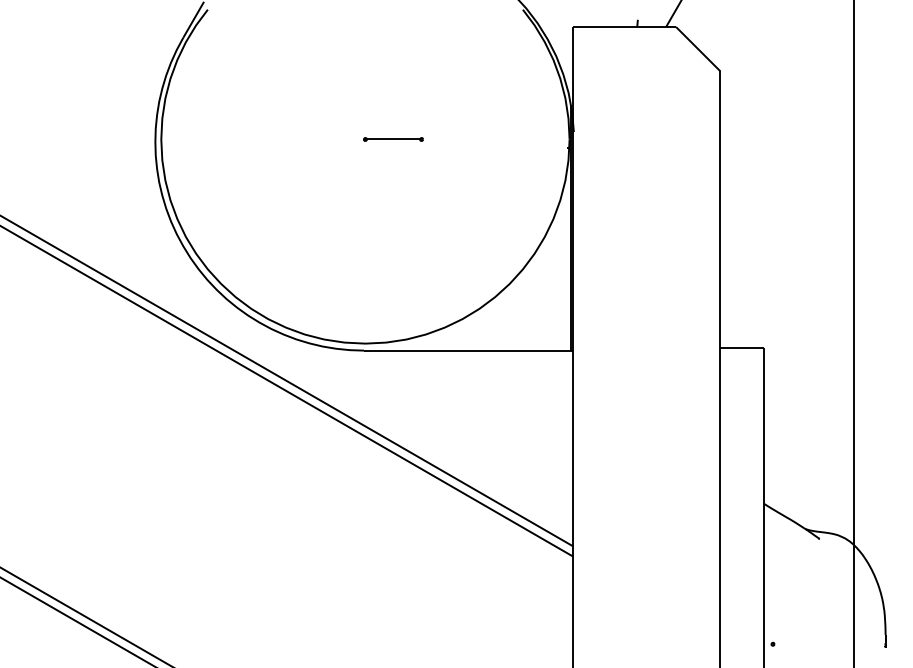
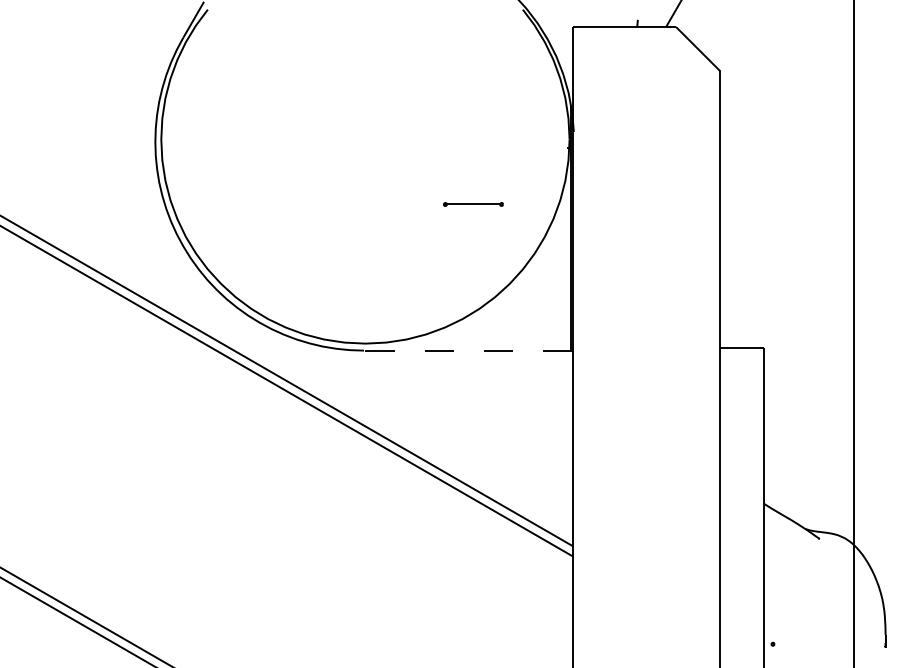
part at (393, 139) position: (393, 139) -> (473, 204)
line at (467, 350): solid -> dashed
